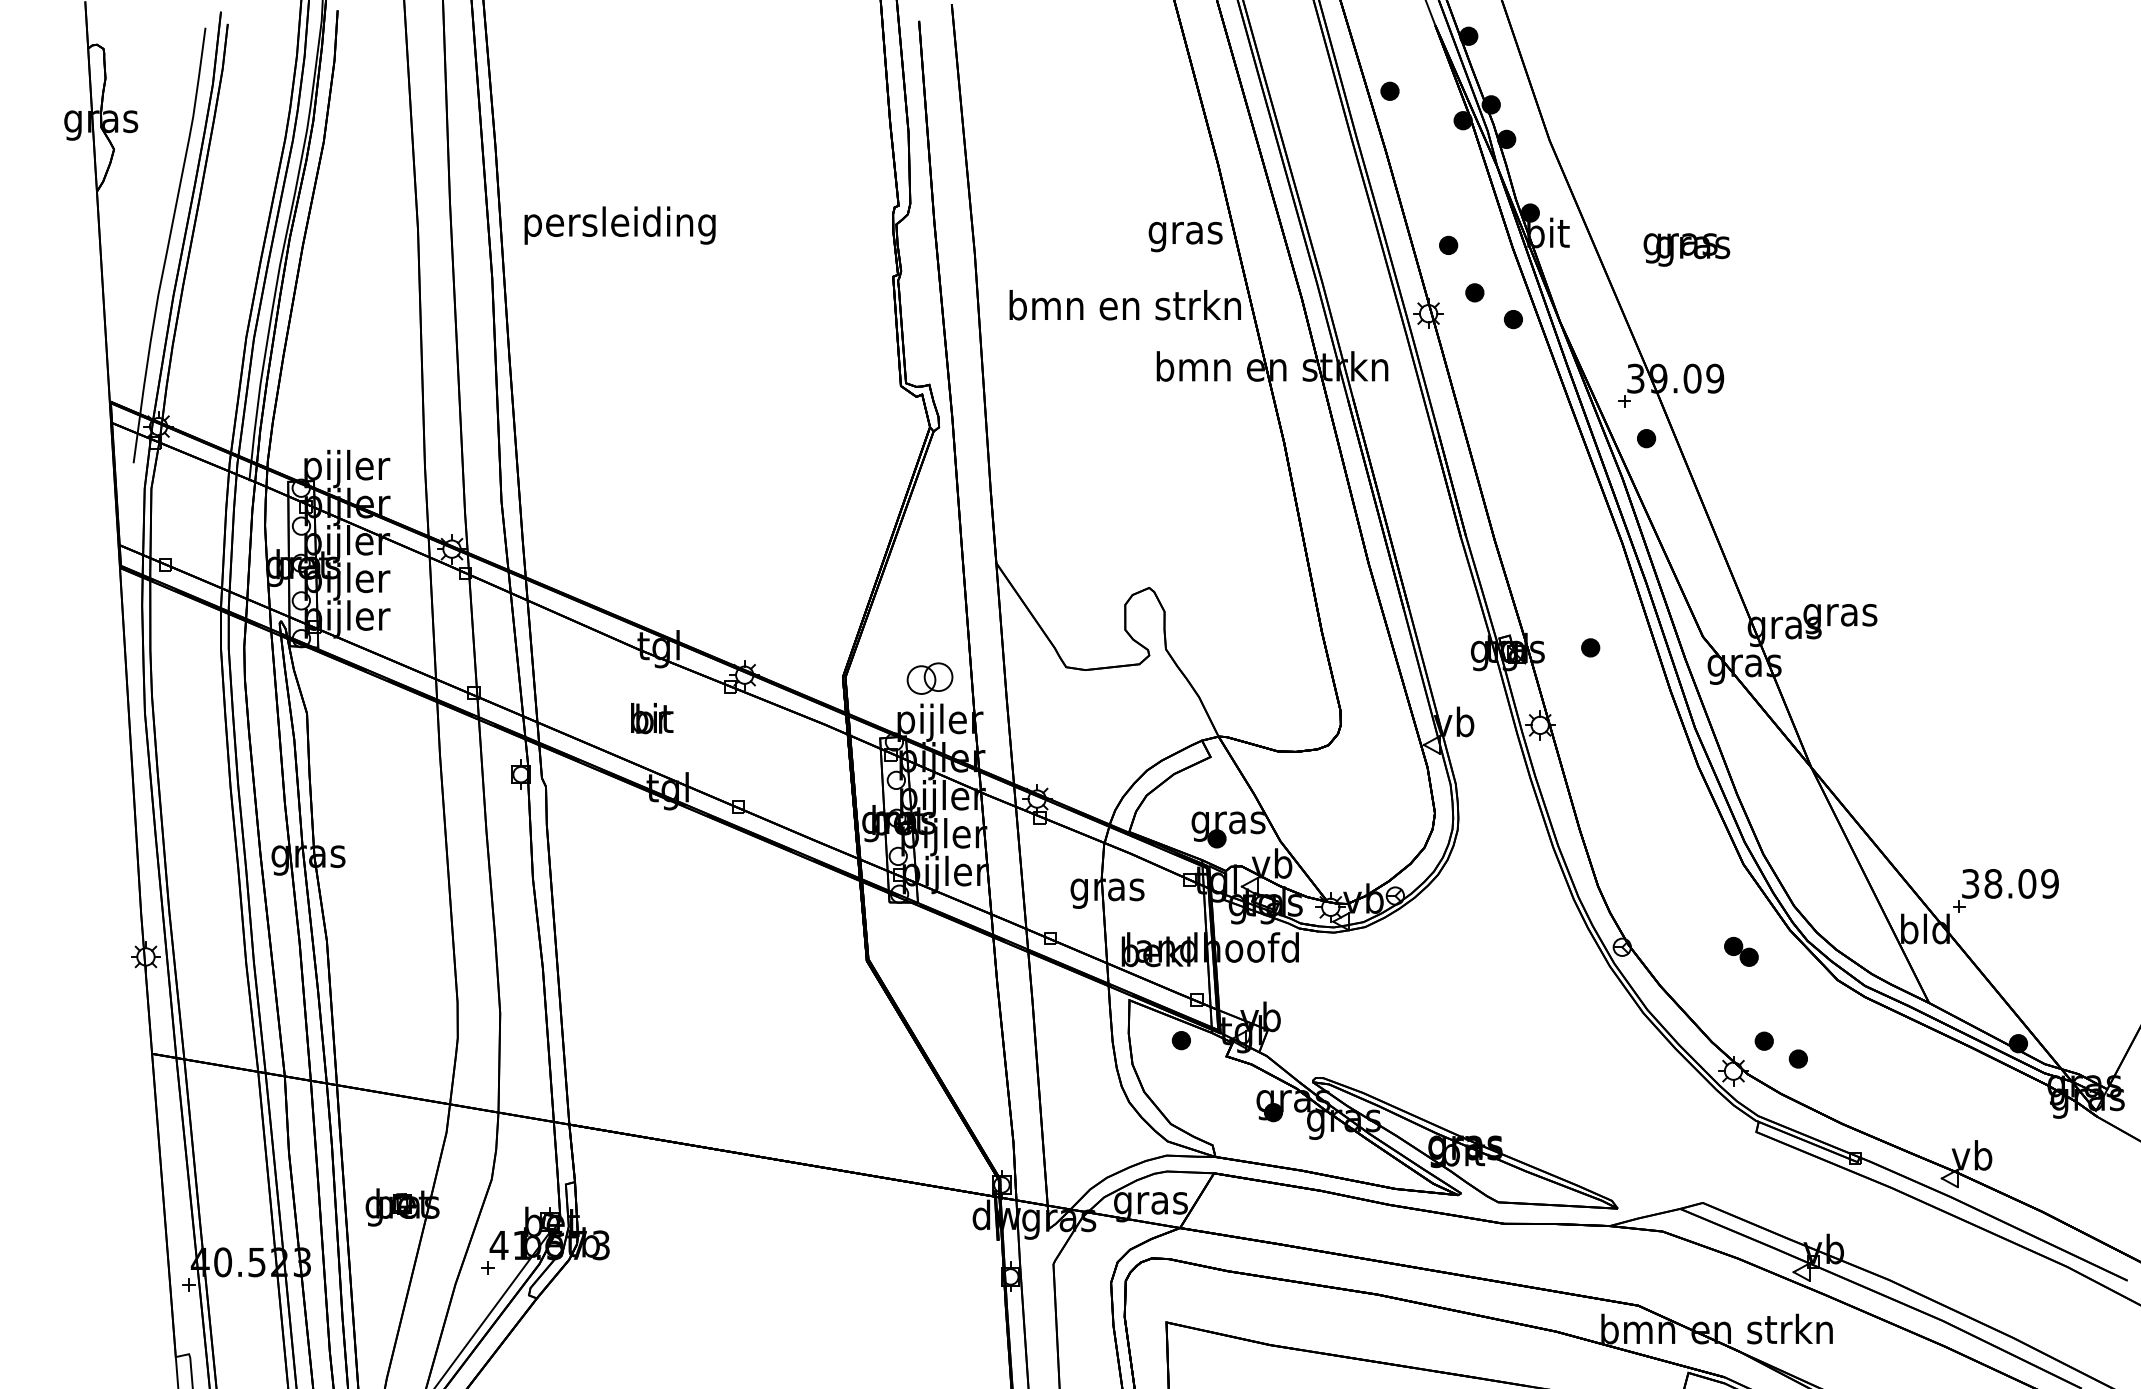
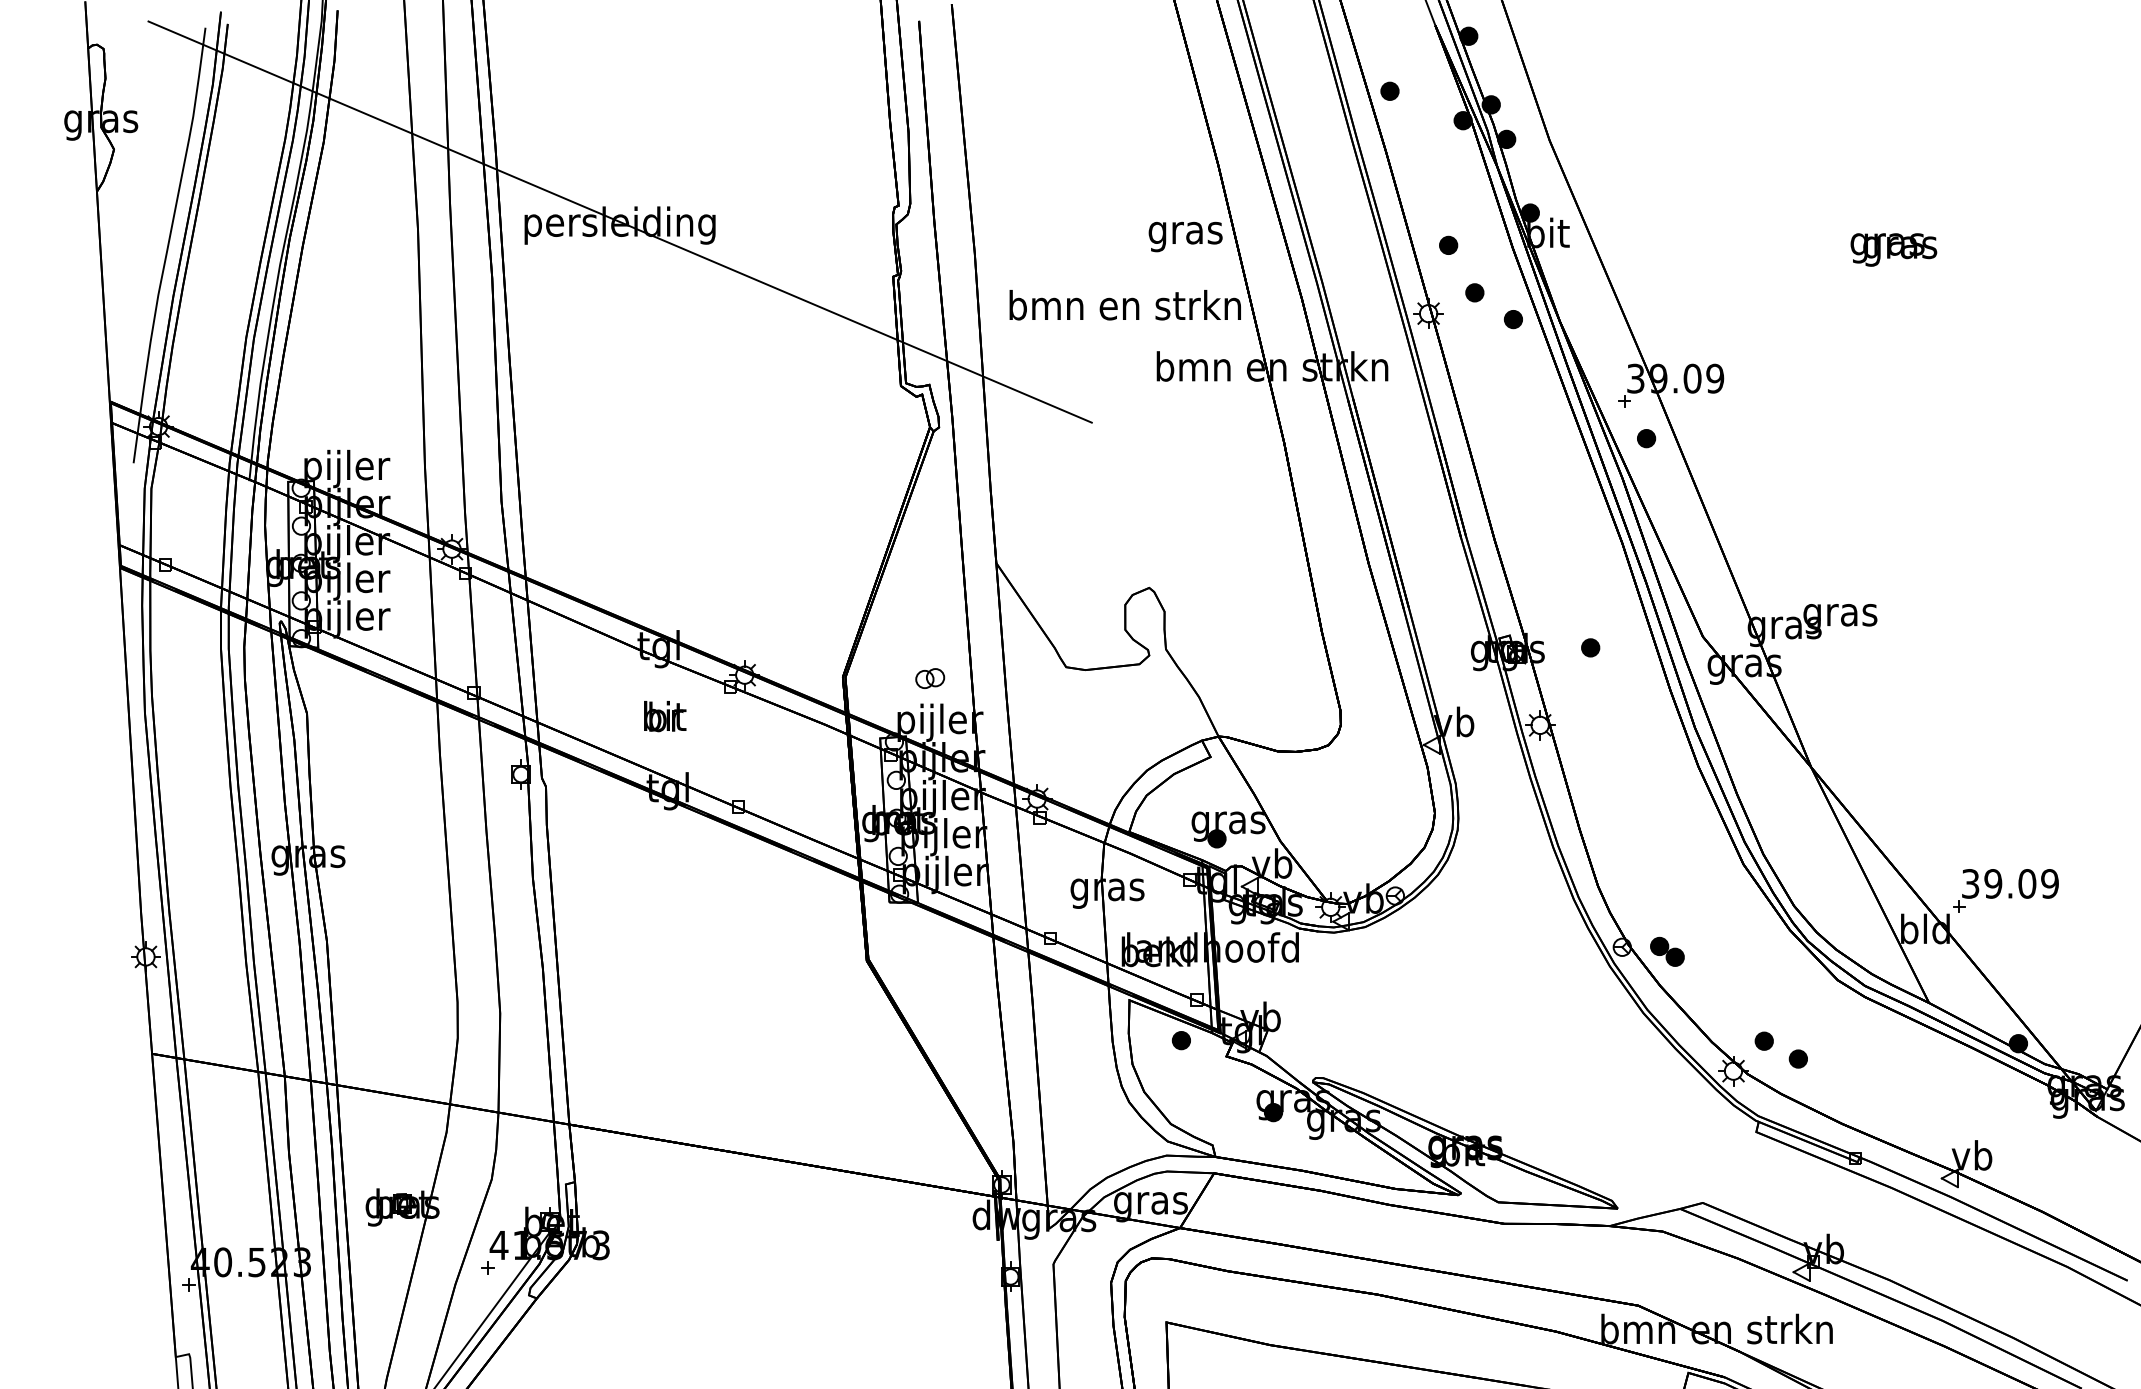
line at (619, 221): none -> present
text at (1686, 249) position: (1686, 249) -> (1893, 249)
part at (929, 678) size: 48x33 px -> 31x21 px
text at (652, 718) position: (652, 718) -> (665, 716)
text at (1993, 883): 38.09 -> 39.09
part at (1741, 951) position: (1741, 951) -> (1667, 951)
